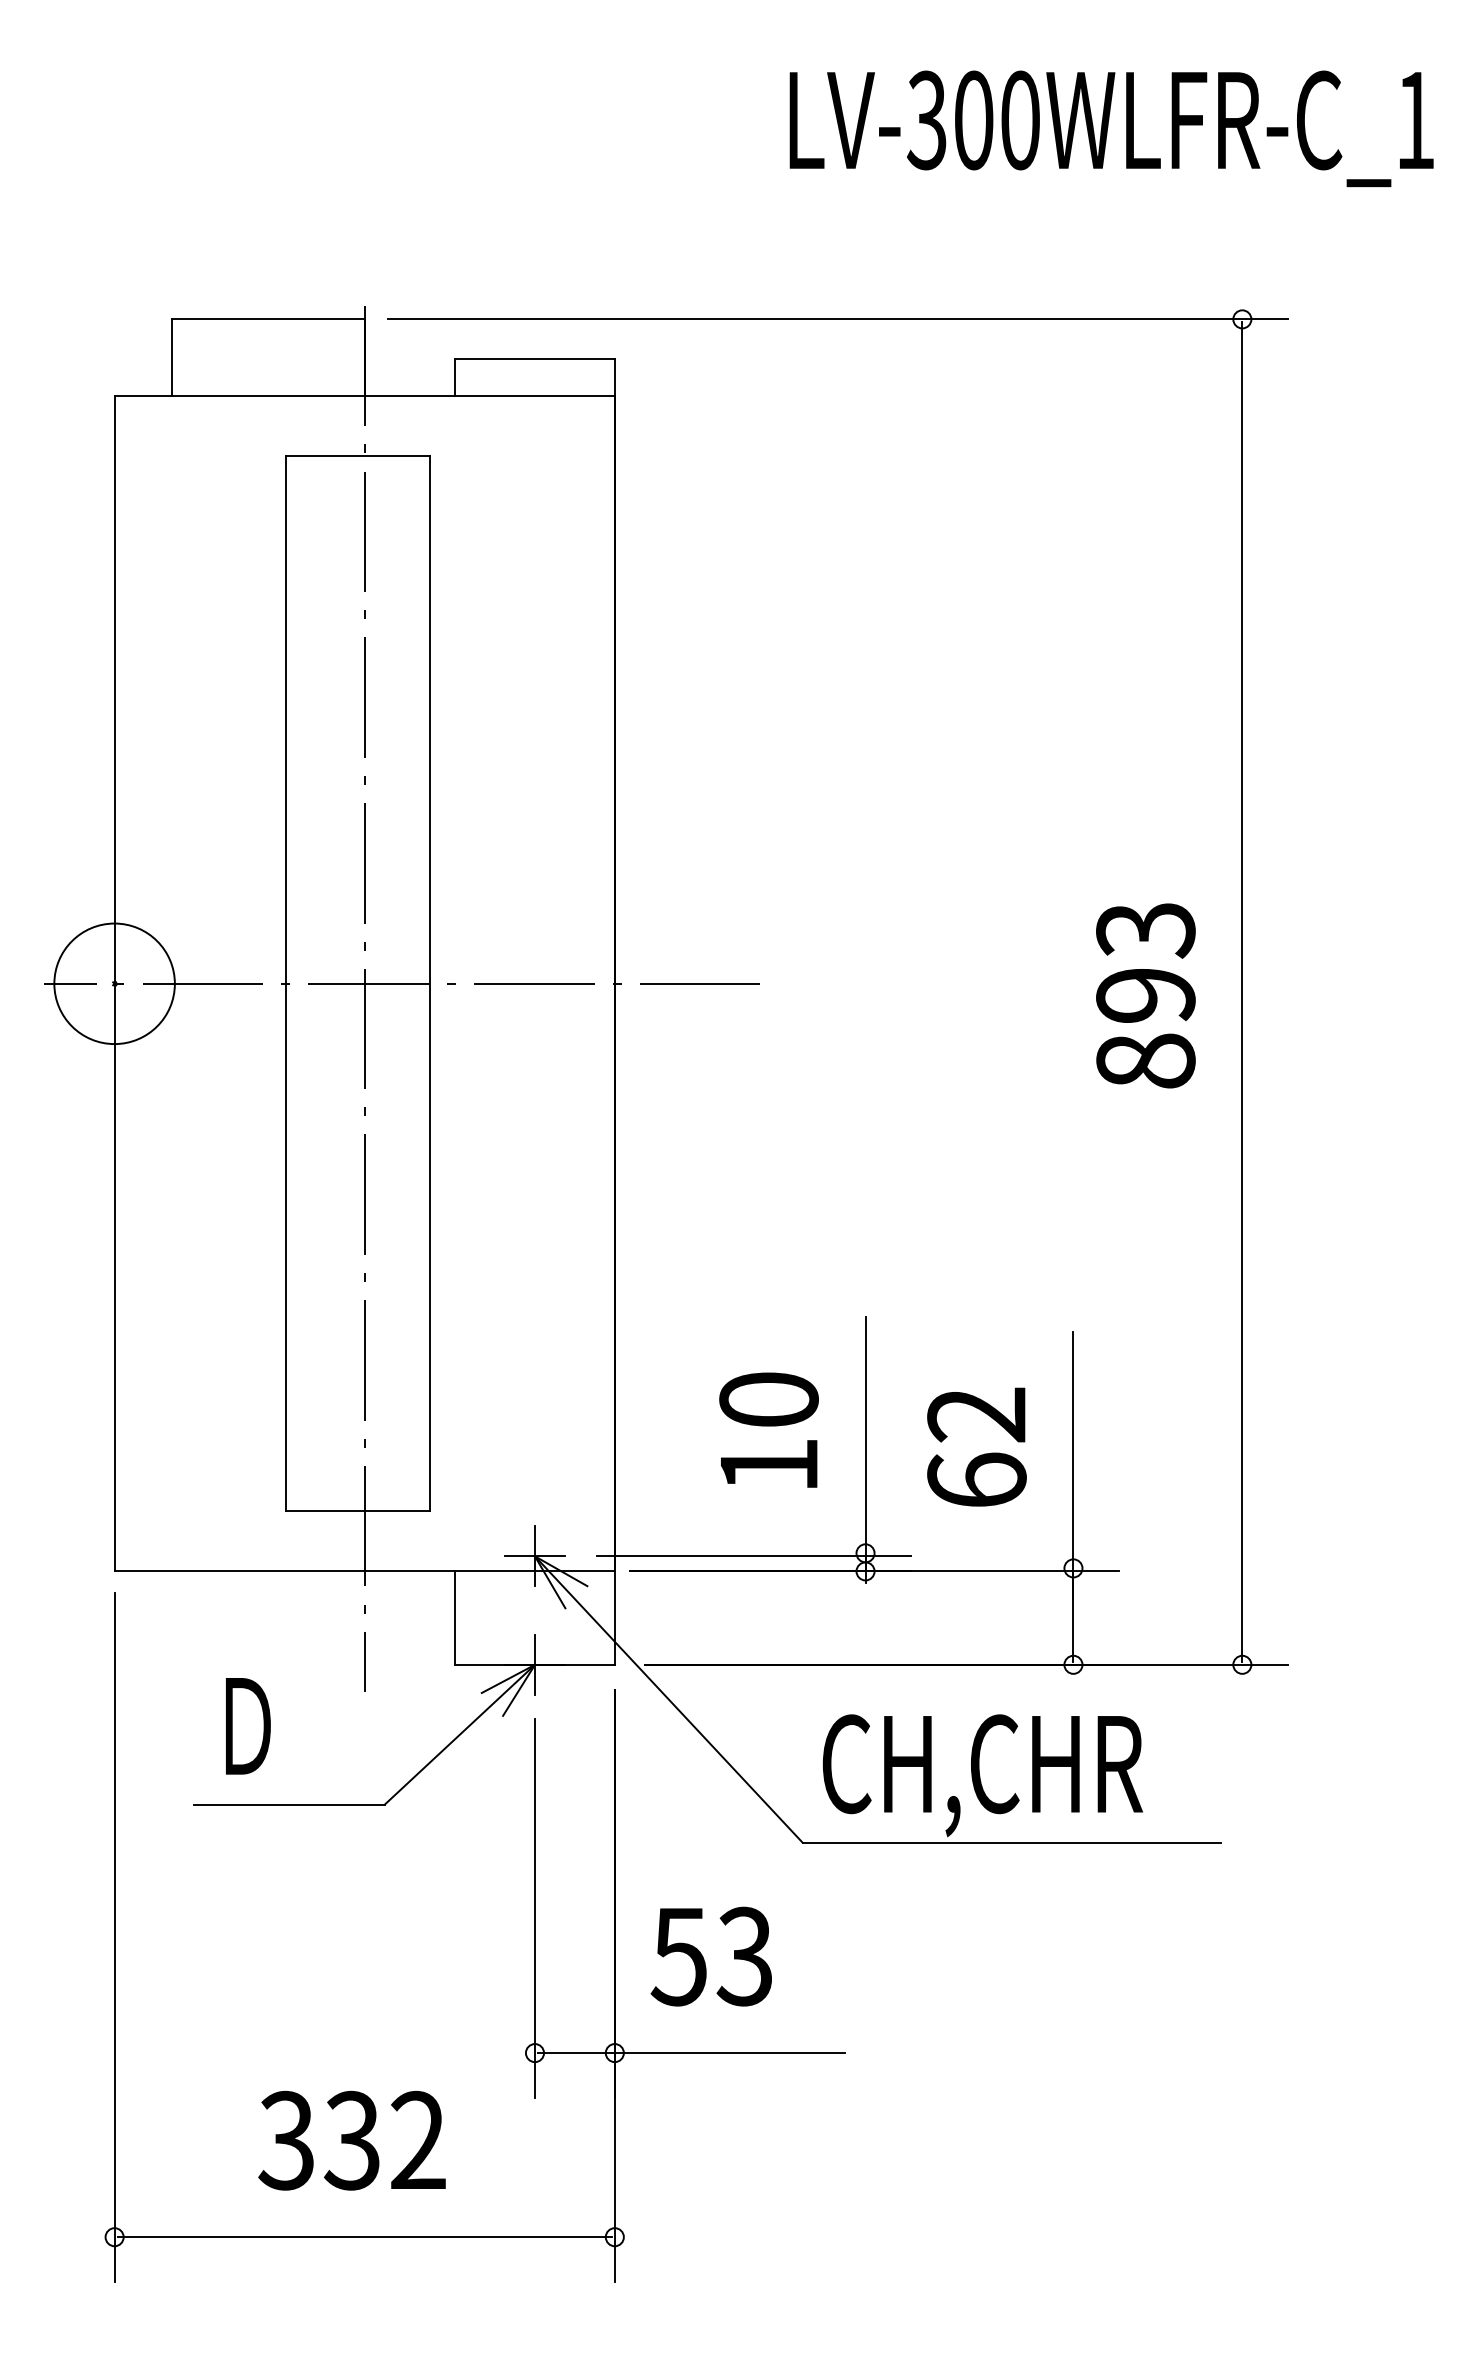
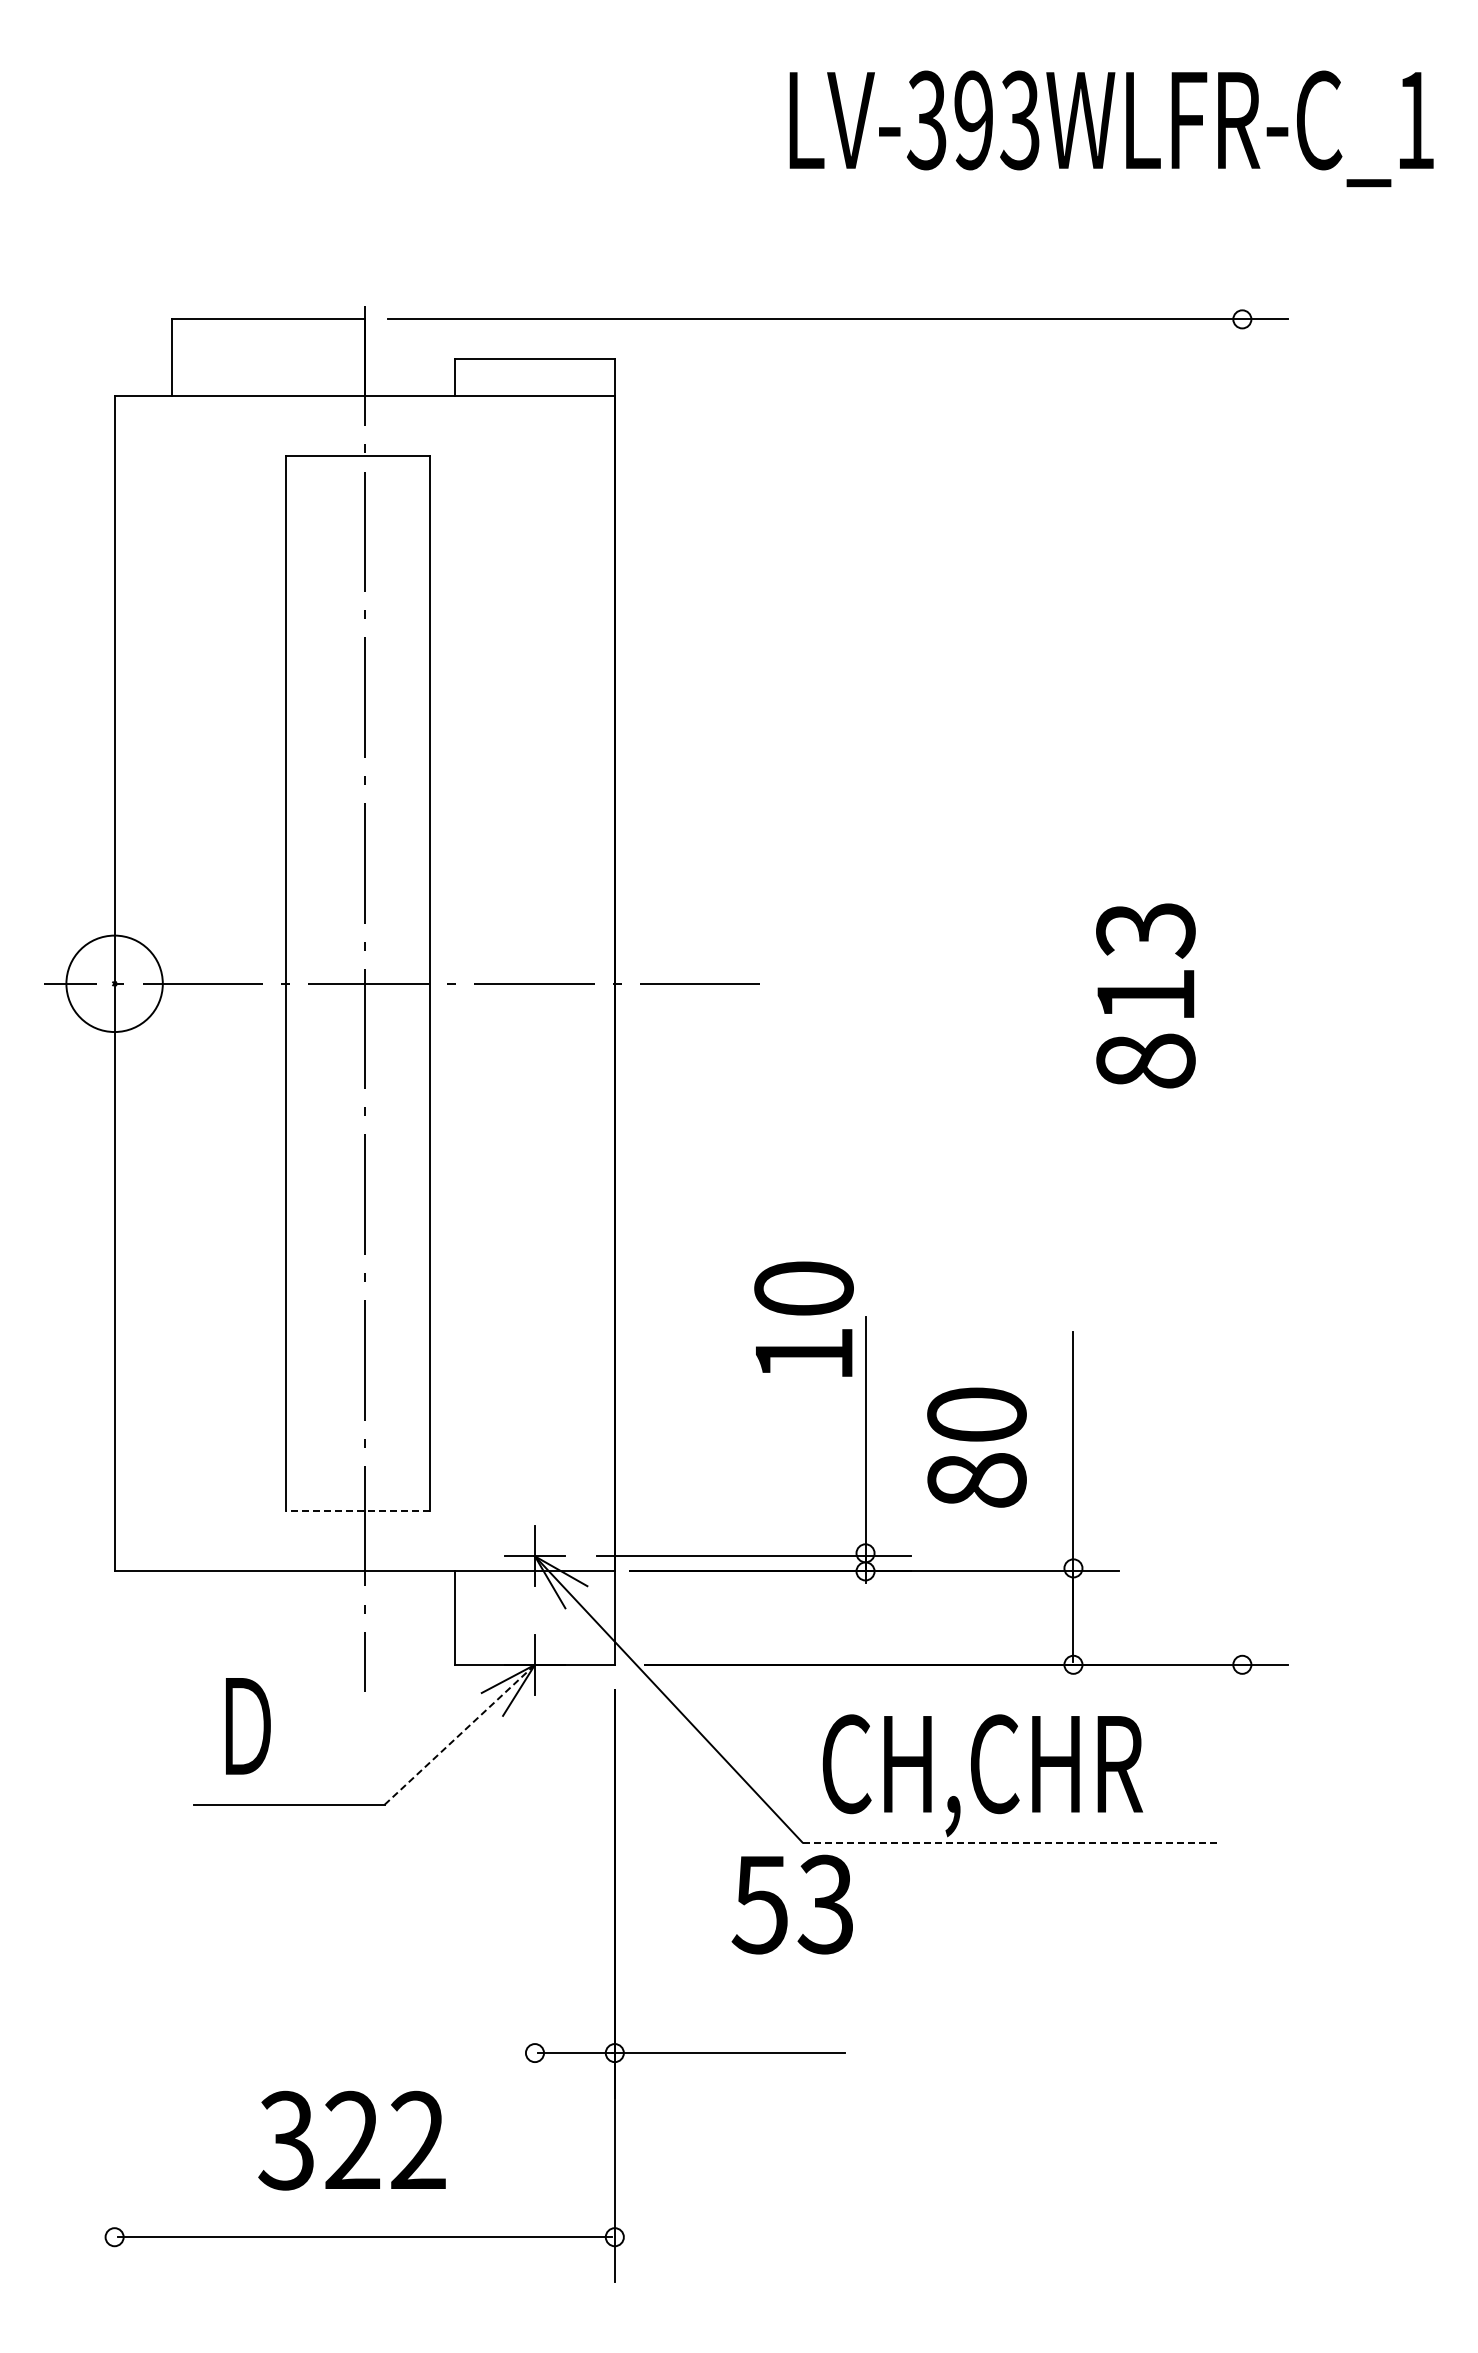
text at (996, 120): LV-300WLFR-C_1 -> LV-393WLFR-C_1
circle at (114, 983) diameter: 121 px -> 96 px
line at (1242, 991): present -> none
text at (1145, 995): 893 -> 813
text at (768, 1429) position: (768, 1429) -> (803, 1318)
text at (976, 1447): 62 -> 80
line at (357, 1511): solid -> dashed
line at (459, 1734): solid -> dashed
line at (1012, 1842): solid -> dashed
line at (534, 1908): present -> none
line at (114, 1937): present -> none
text at (710, 1956) position: (710, 1956) -> (791, 1904)
text at (352, 2140): 332 -> 322
